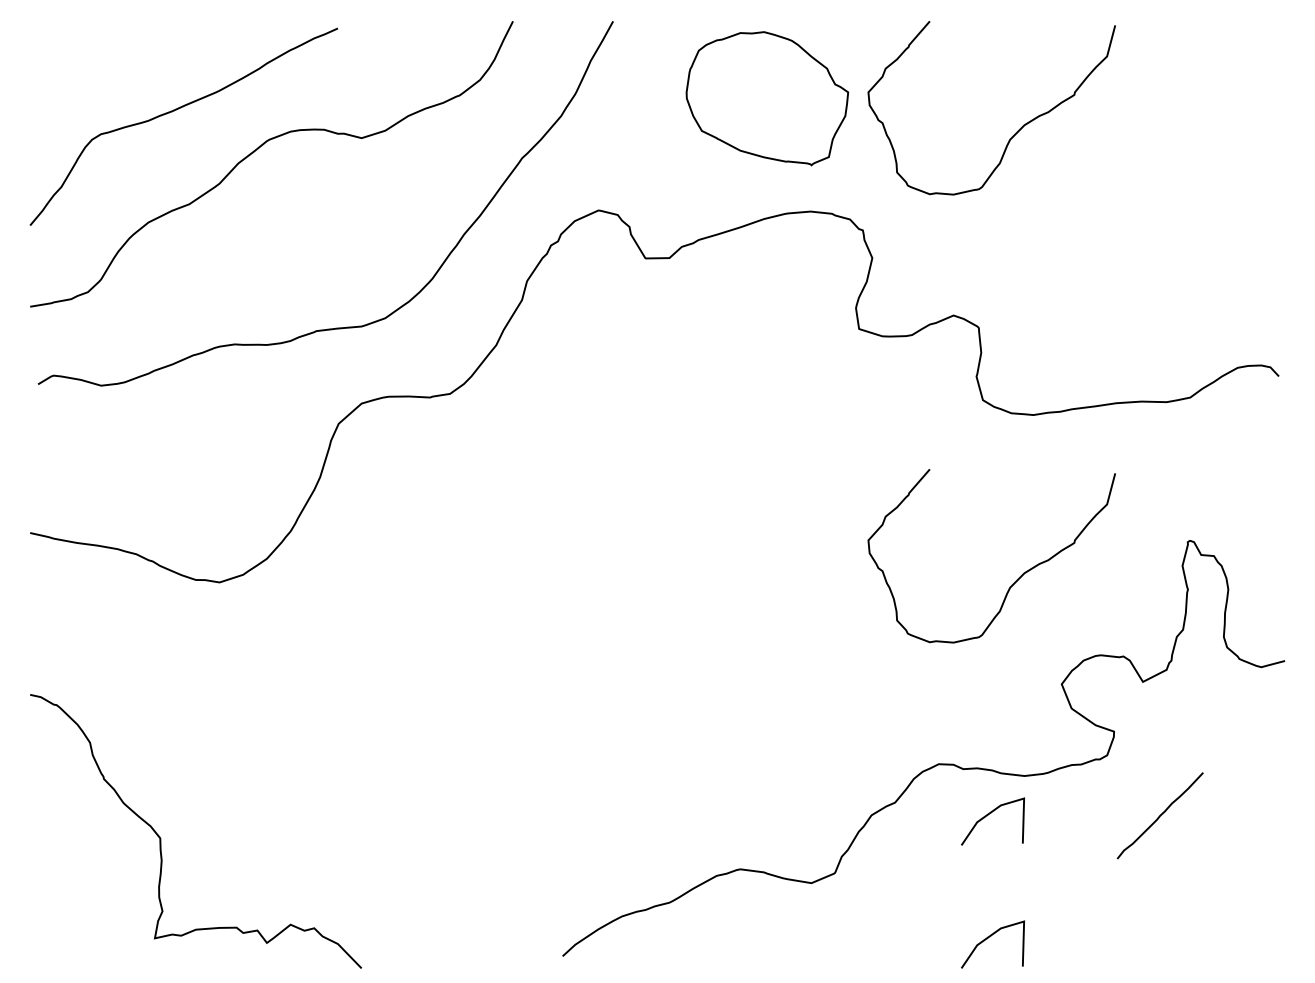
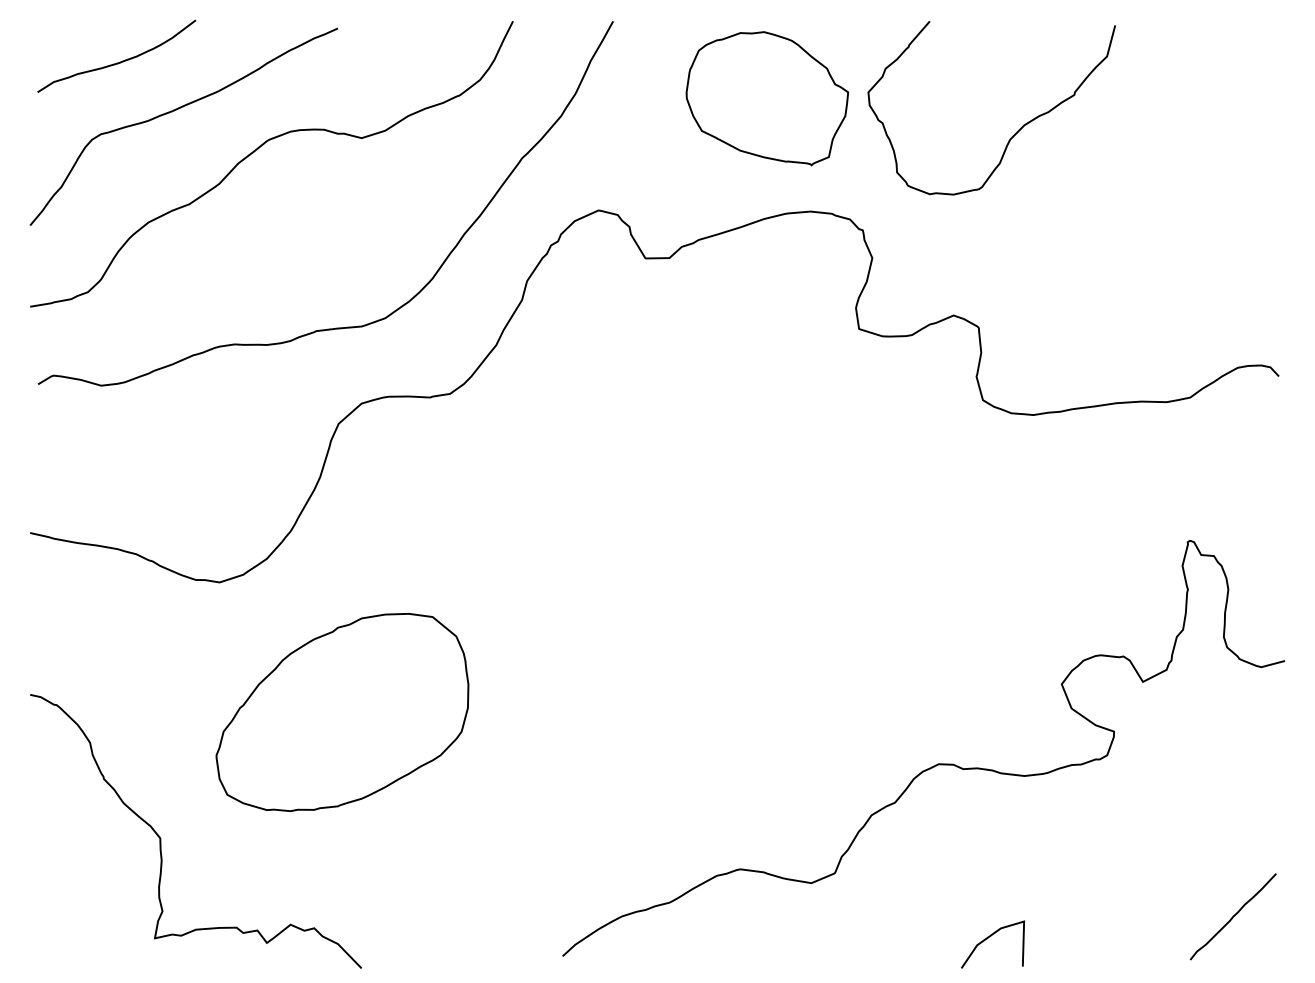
curve at (119, 61): none -> present
curve at (1015, 580): present -> none
part at (342, 712): none -> present
curve at (1159, 815) position: (1159, 815) -> (1232, 916)
curve at (987, 816): present -> none
